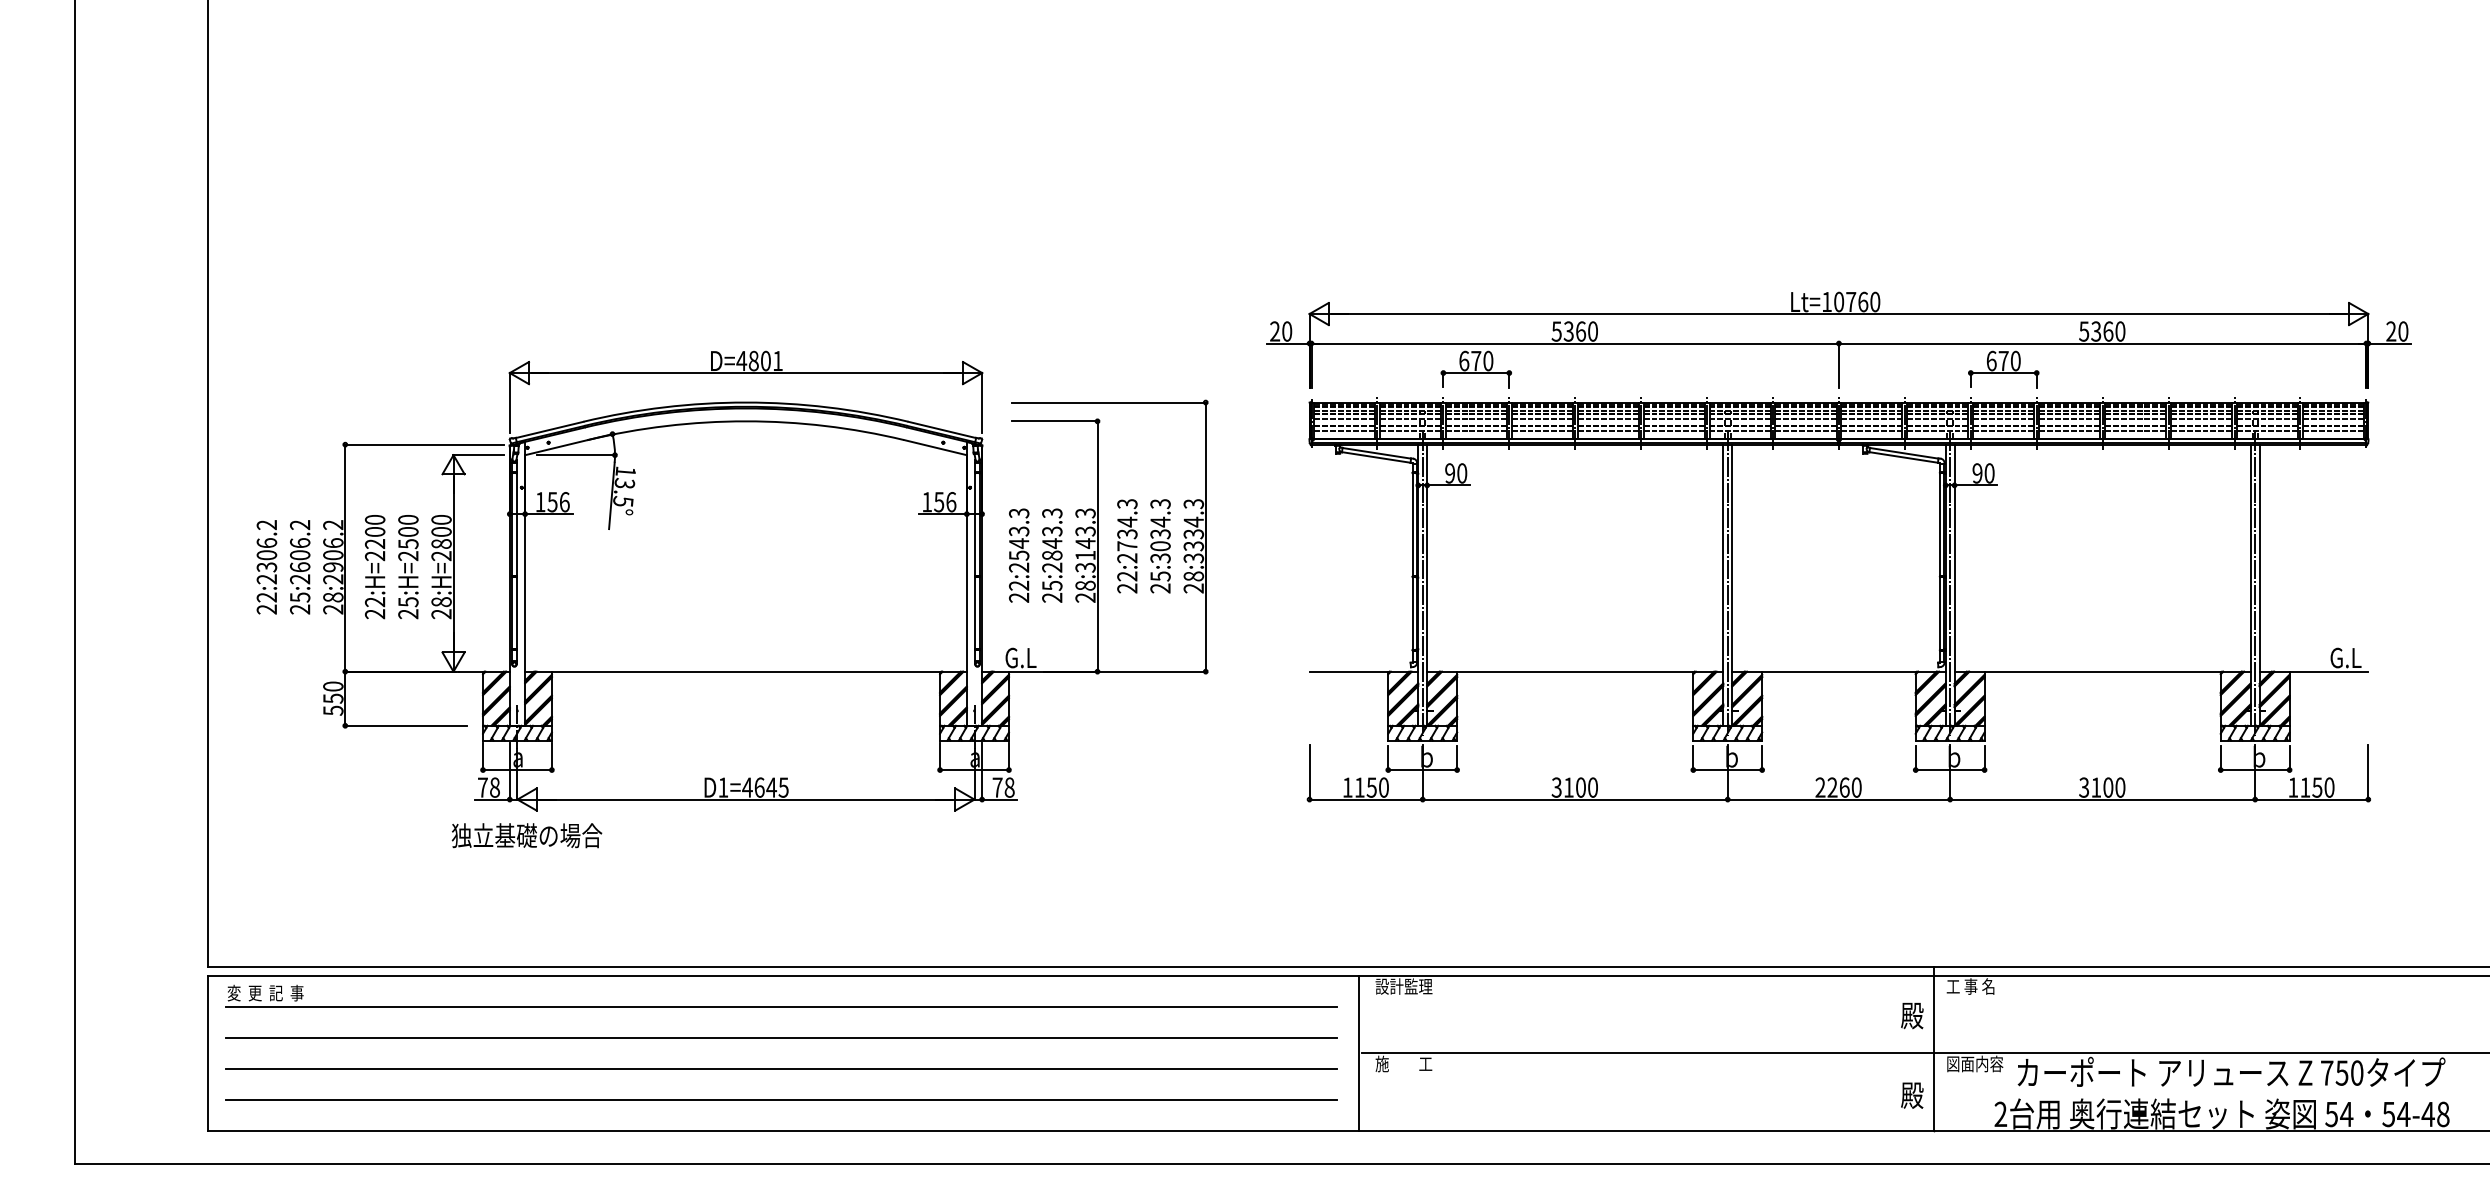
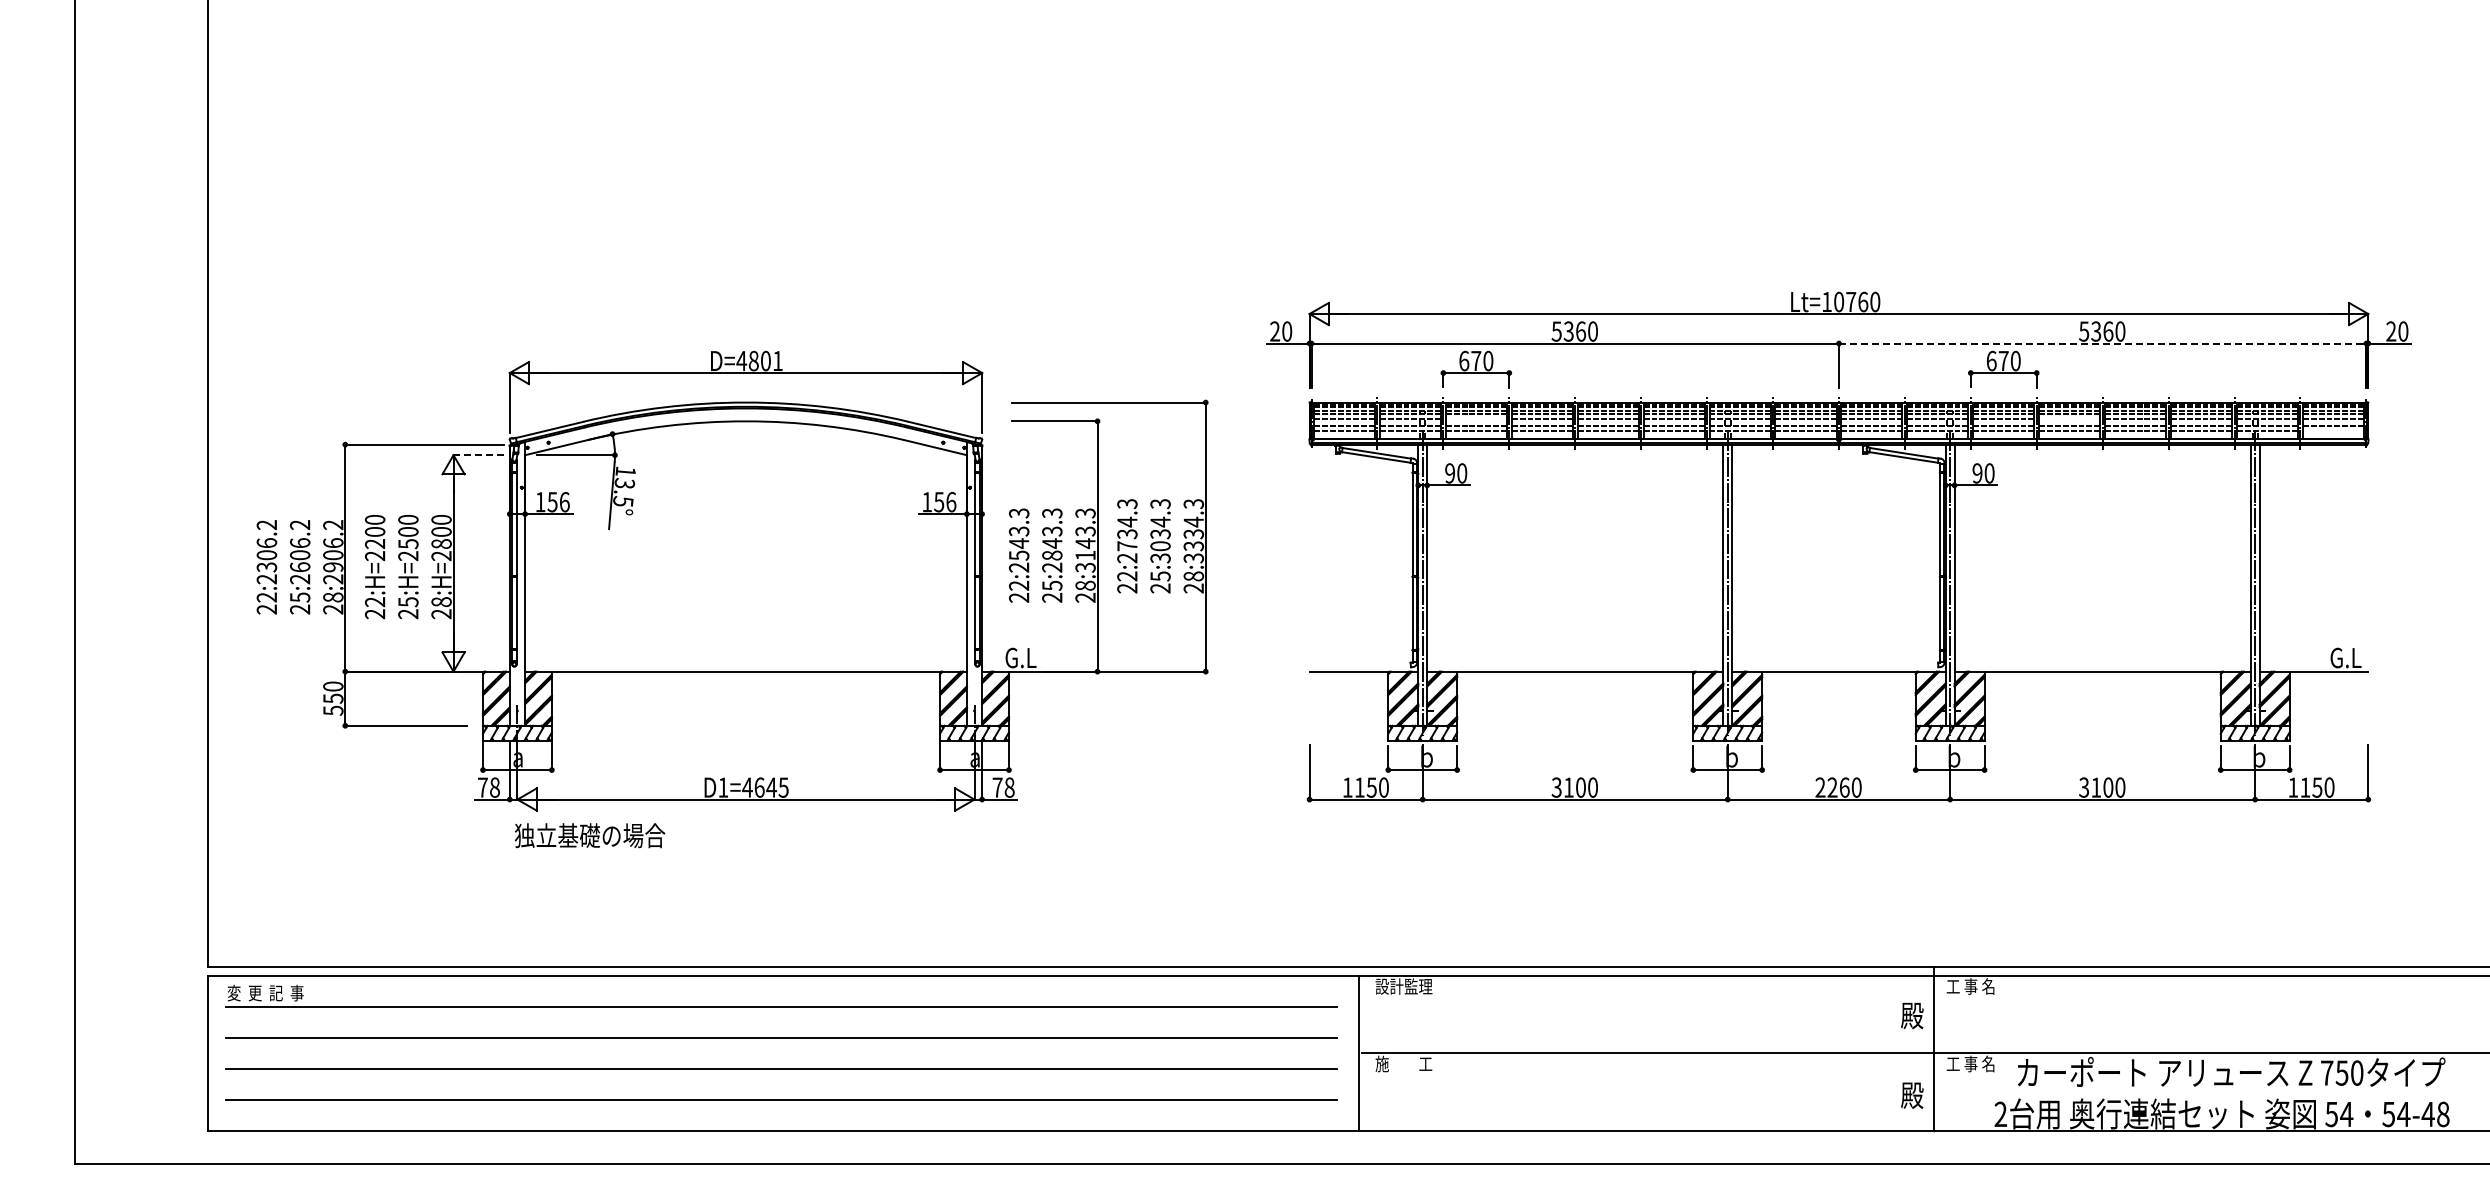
line at (2102, 343): solid -> dashed
line at (1475, 418): present -> none
line at (2069, 418): present -> none
line at (2332, 430): present -> none
line at (478, 455): solid -> dashed
text at (526, 835) position: (526, 835) -> (589, 835)
text at (1974, 1063): 図面内容 -> 工 事 名
